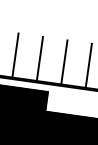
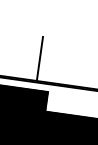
line at (15, 55): present -> none
line at (64, 62): present -> none
line at (88, 65): present -> none
